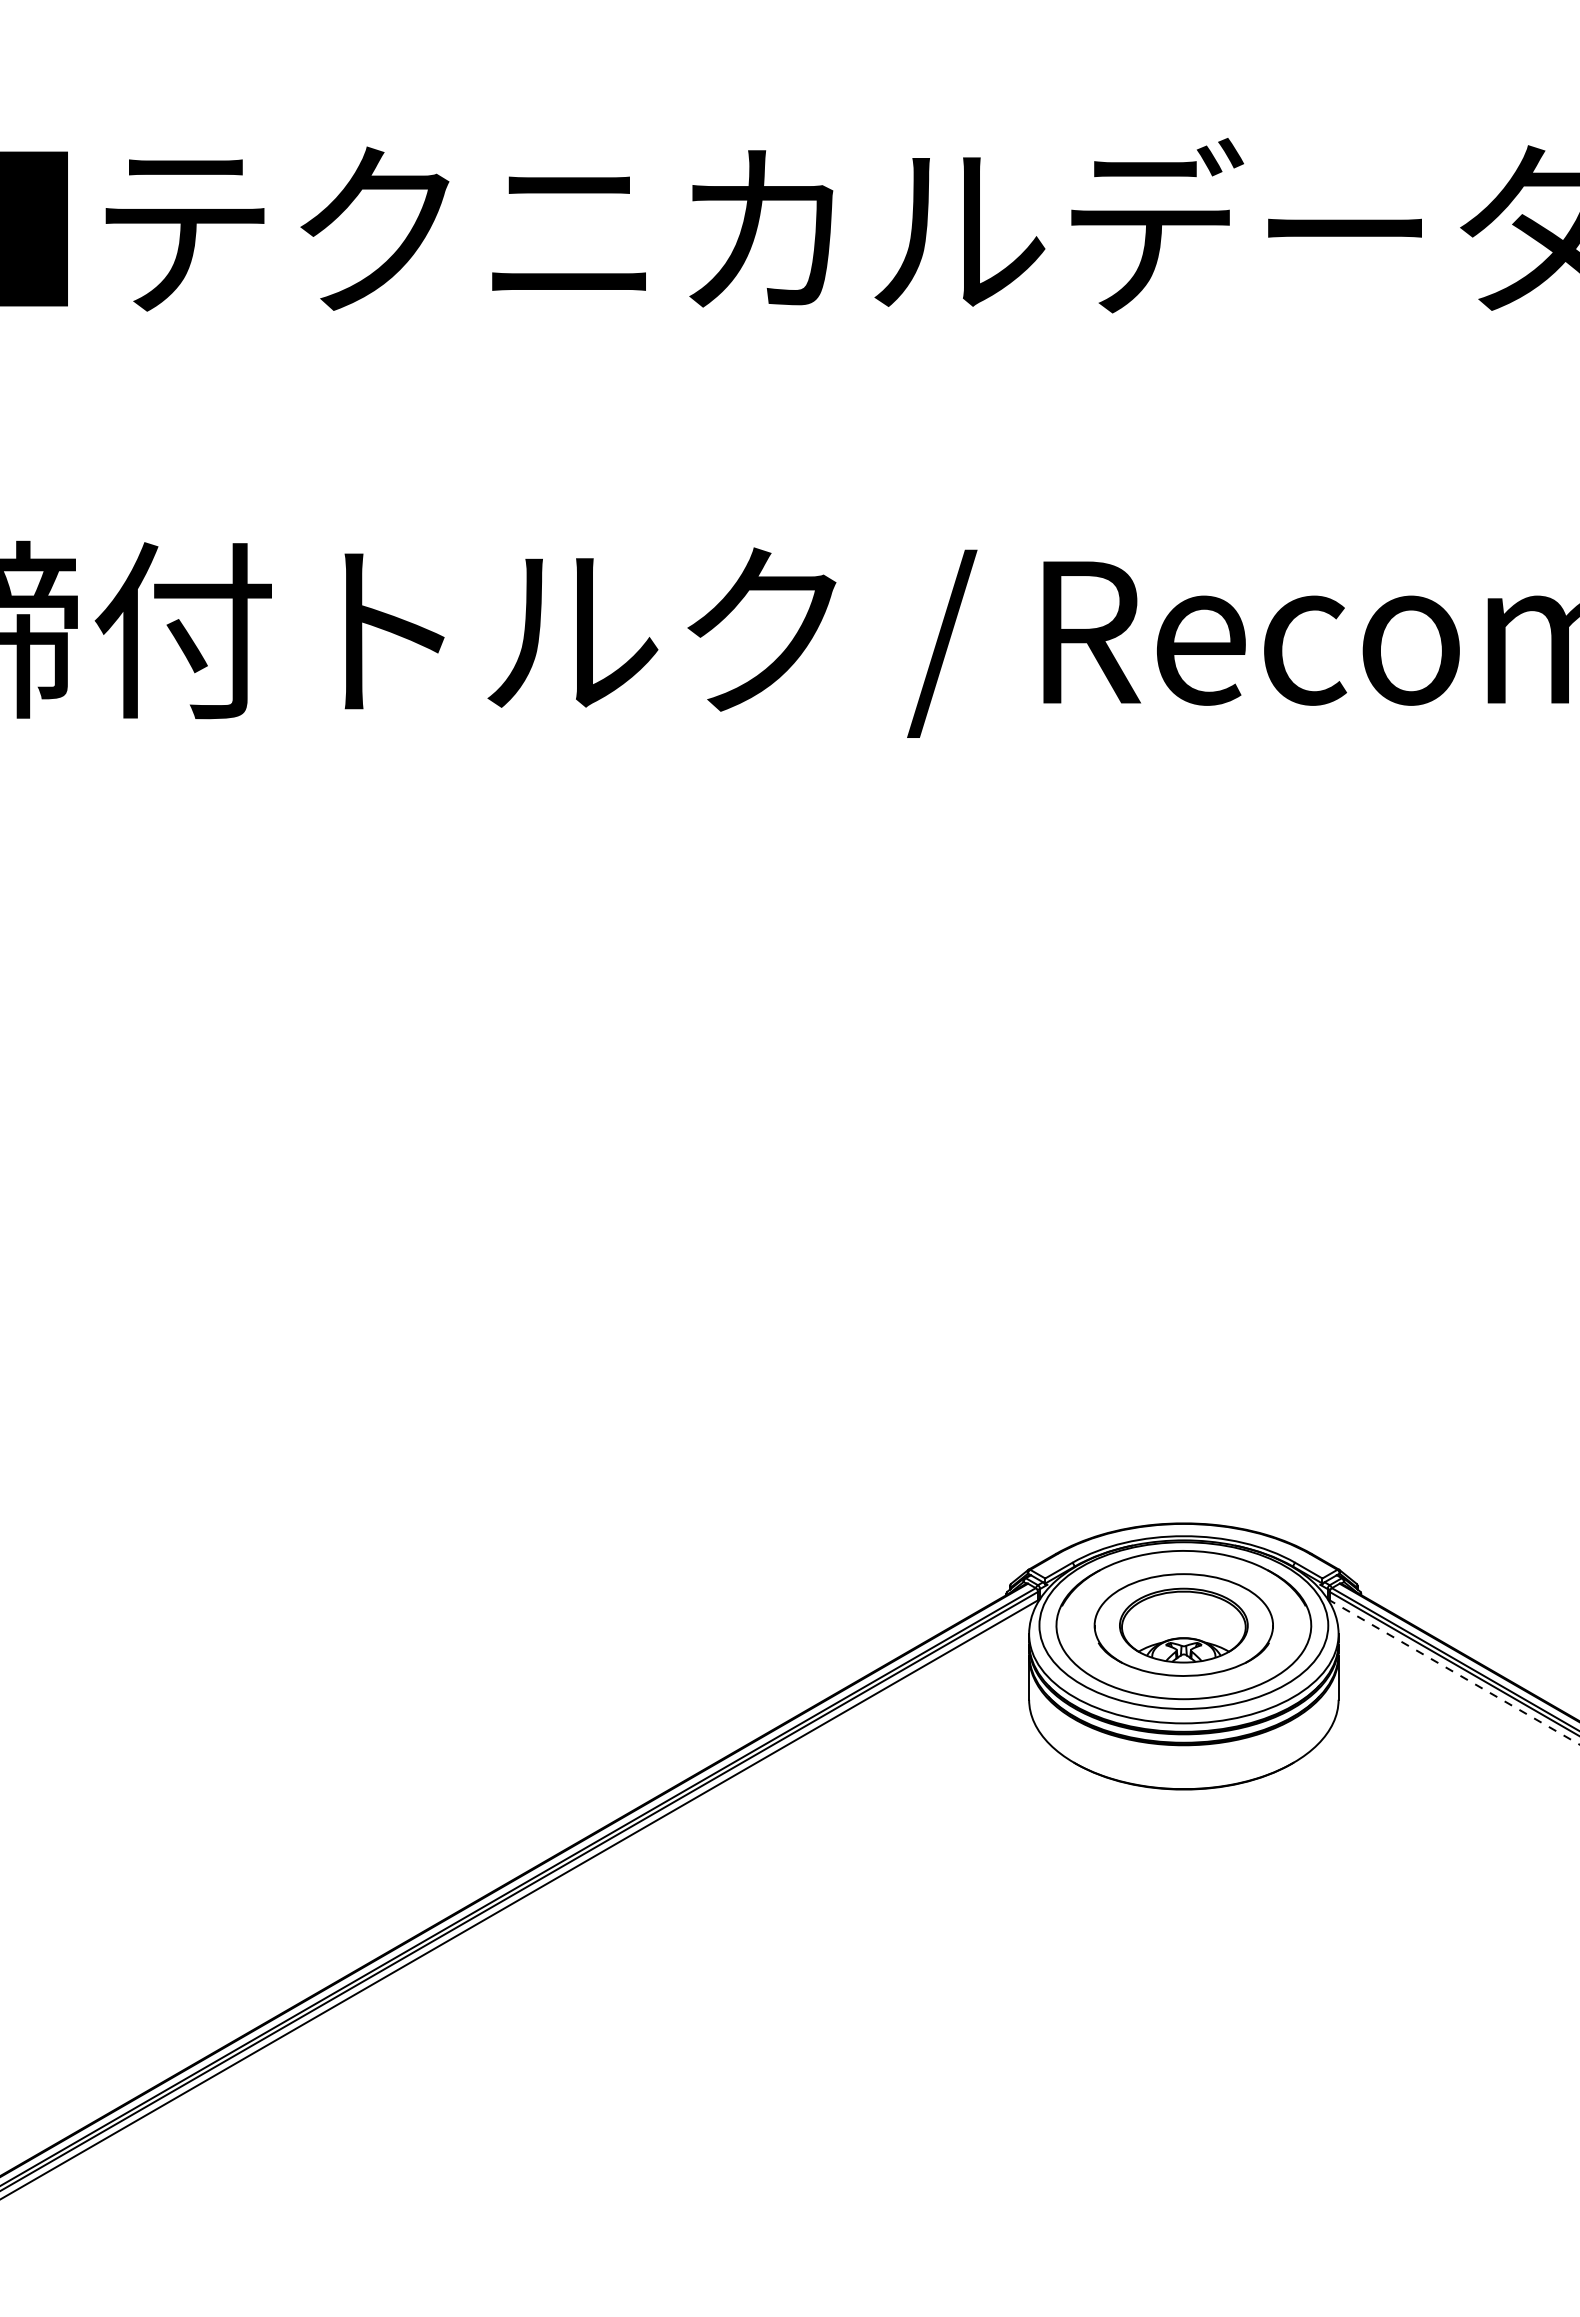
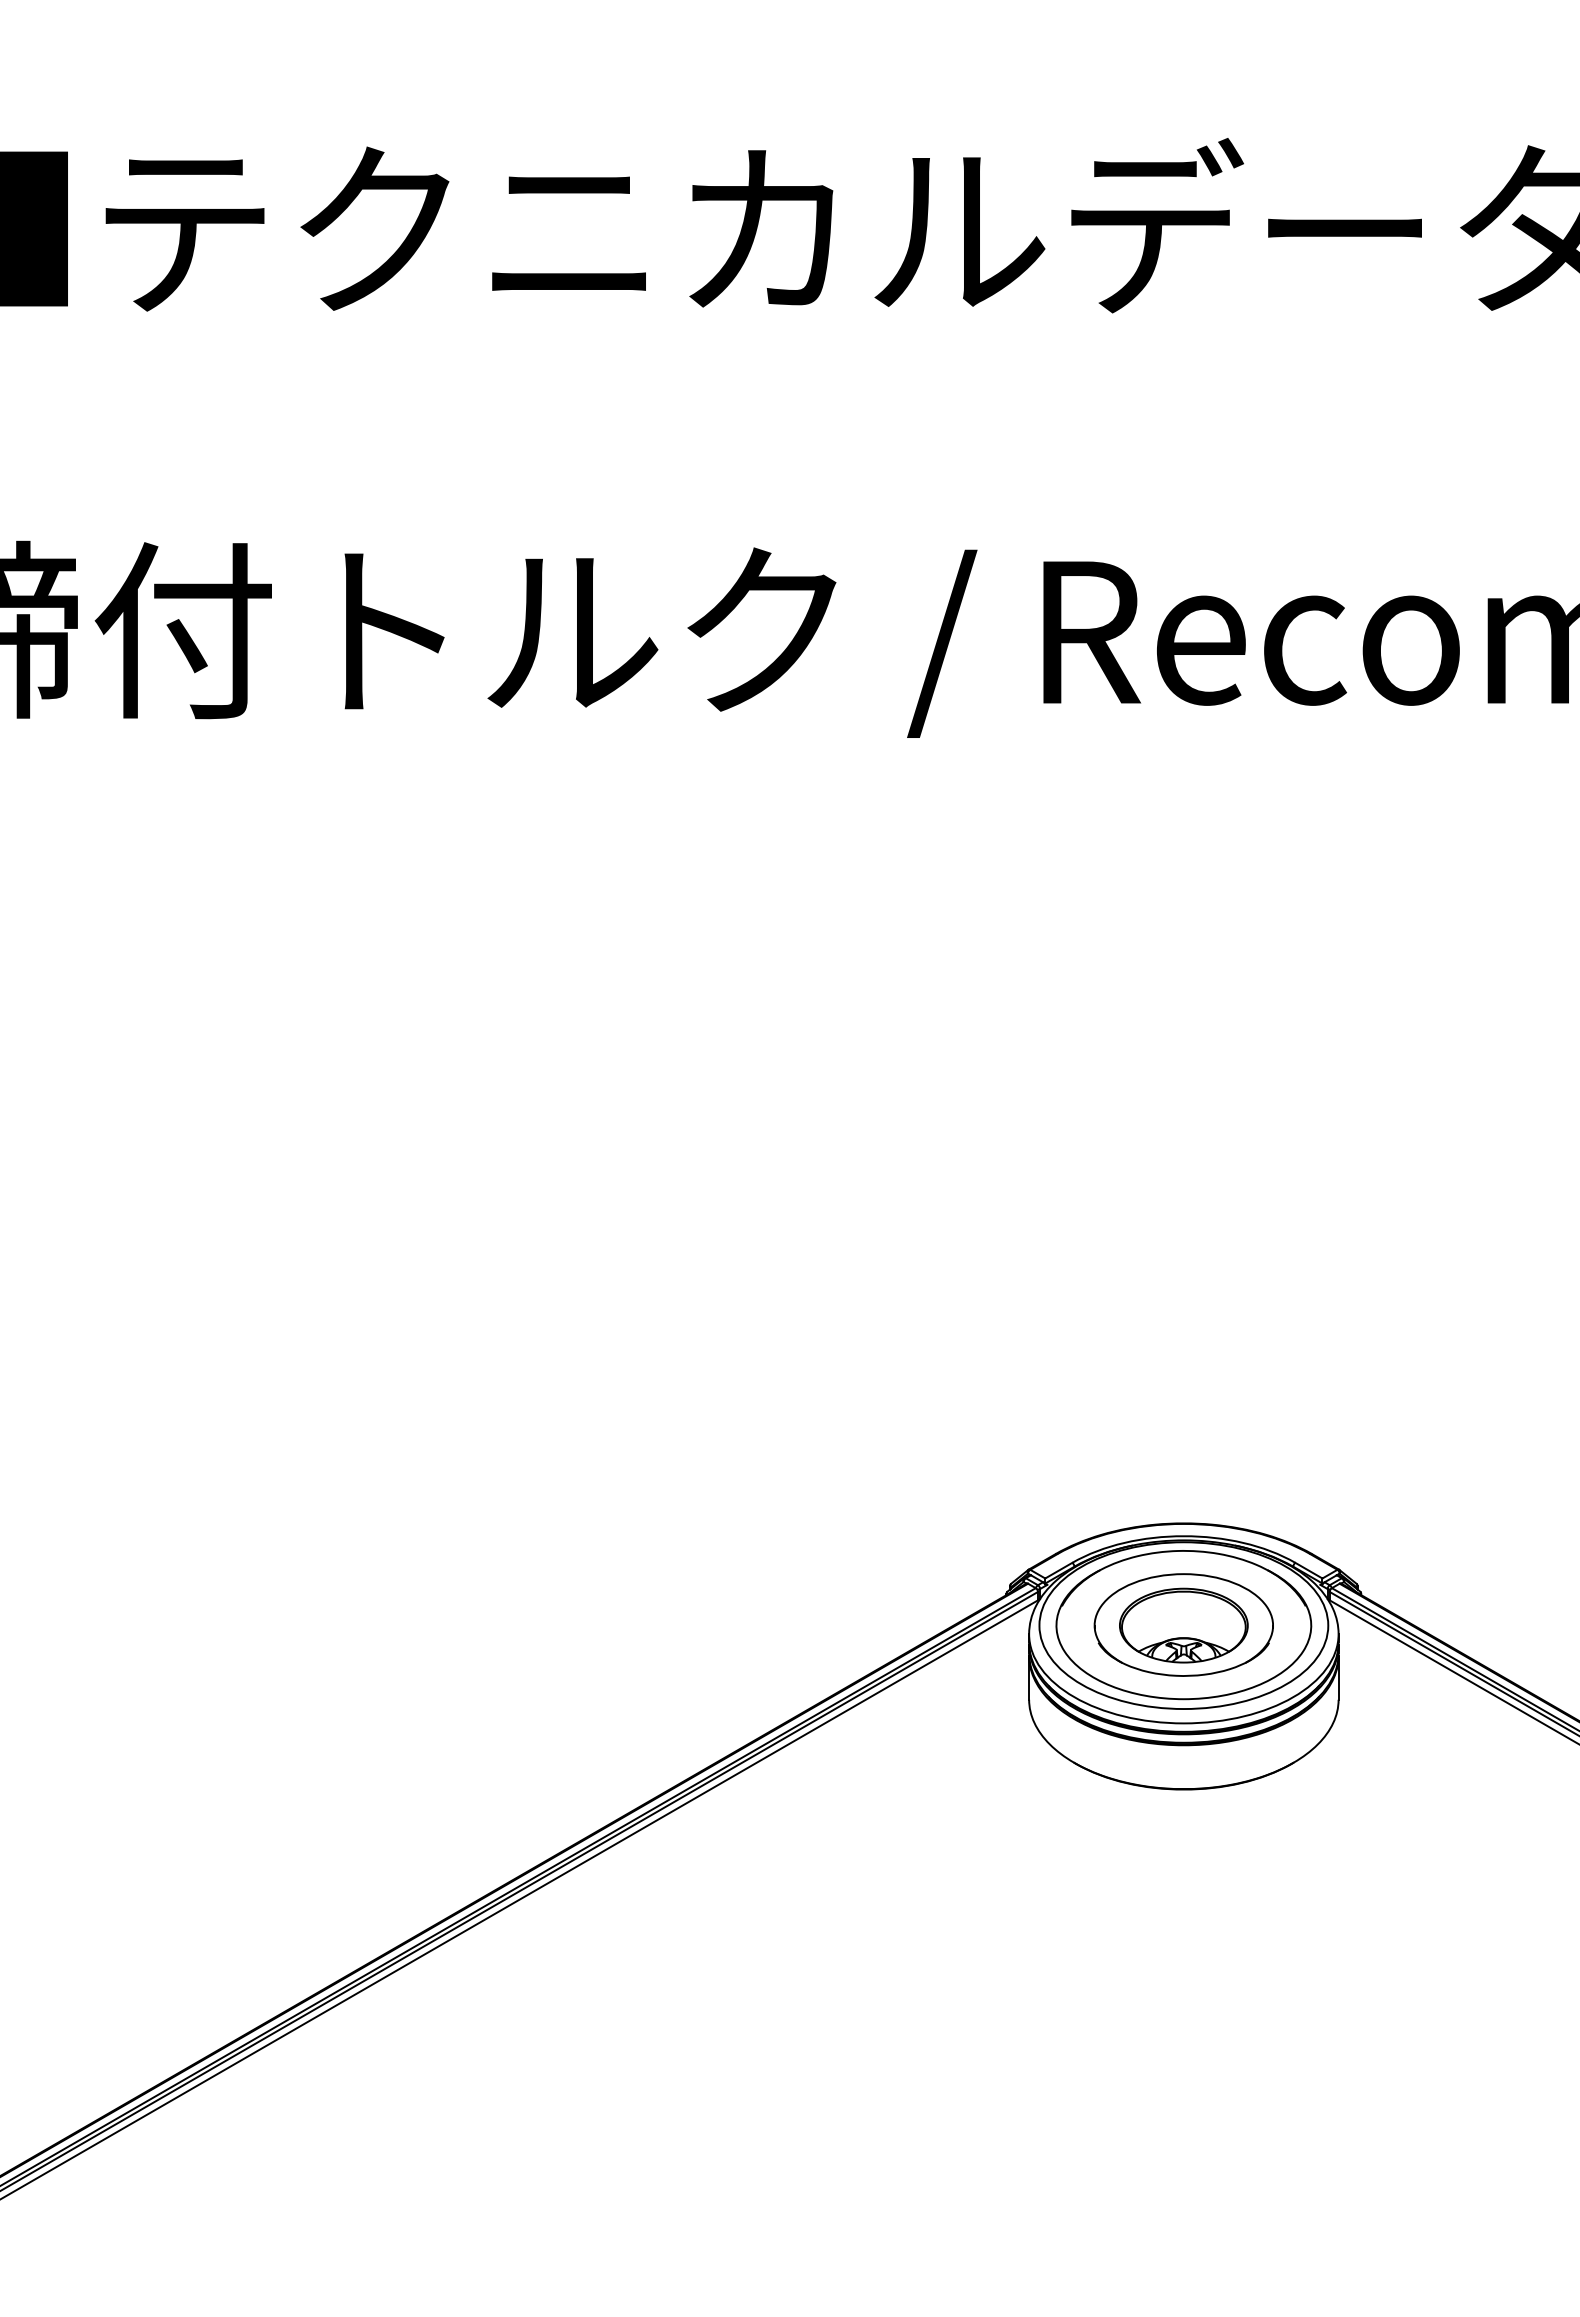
line at (1454, 1672): dashed -> solid
